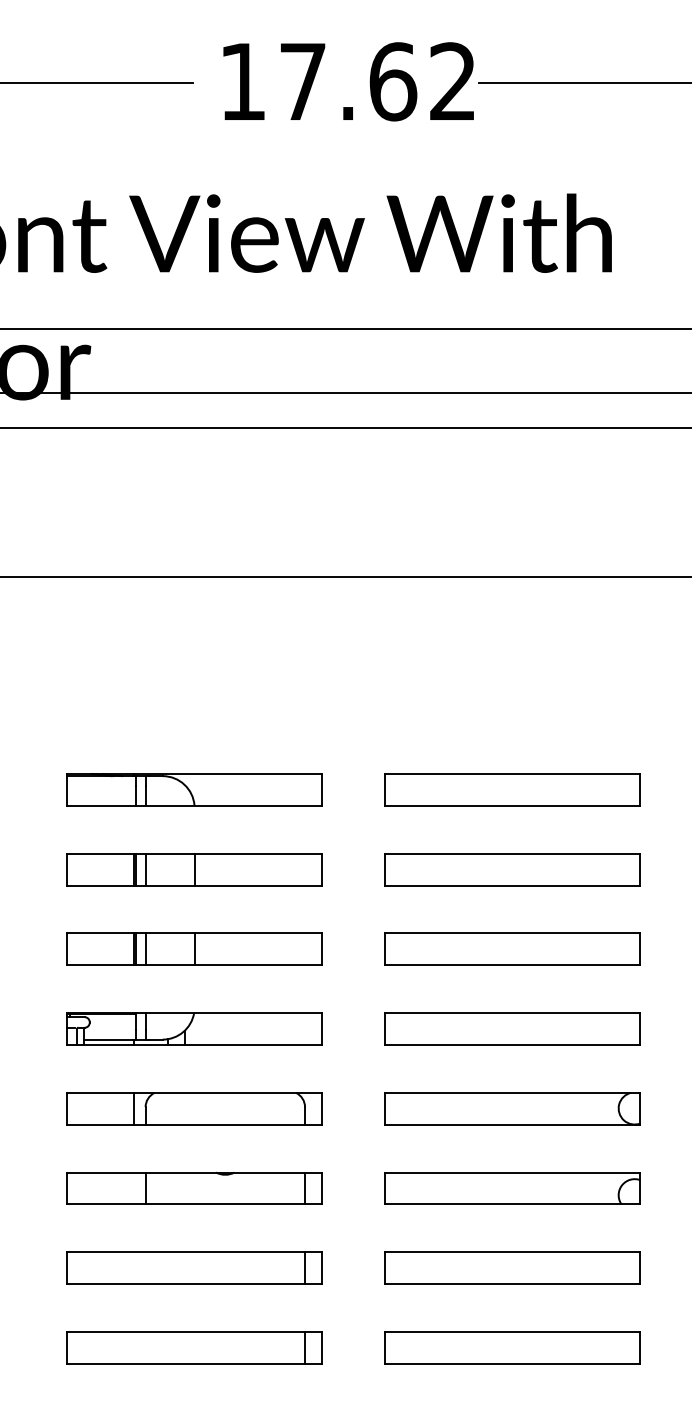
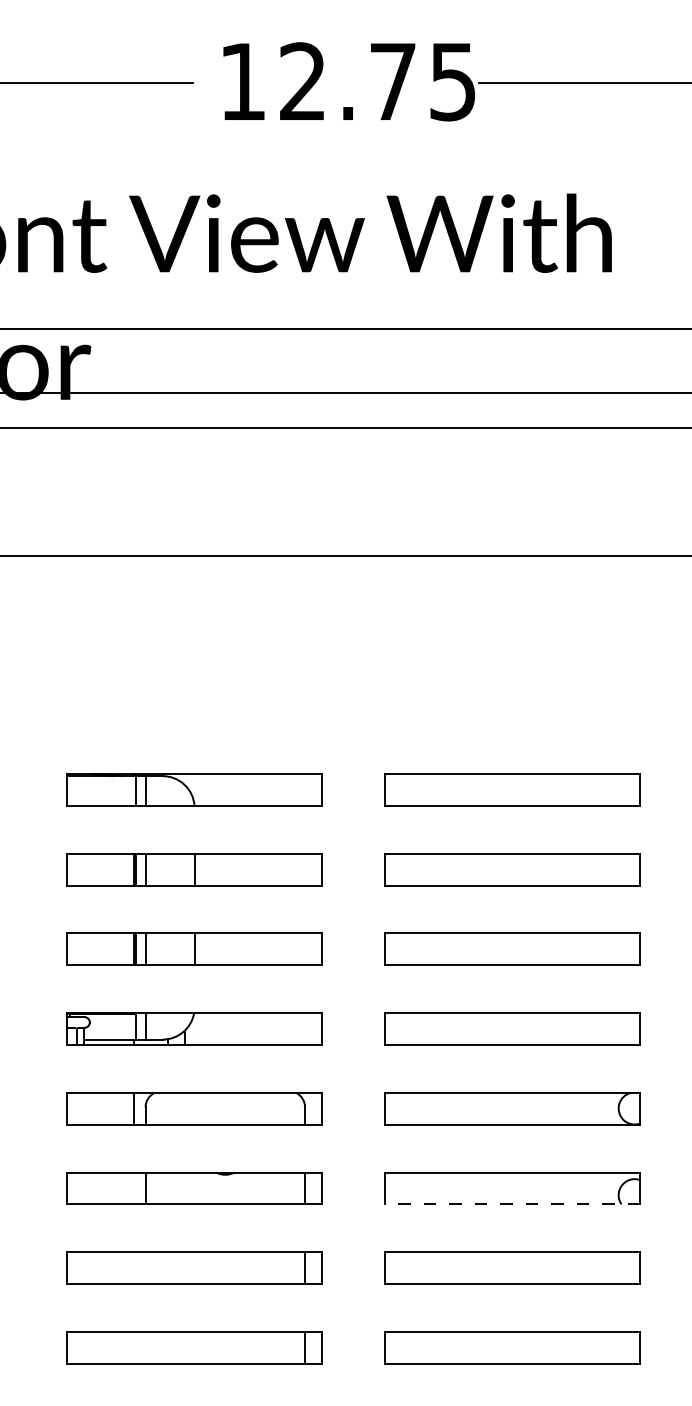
text at (377, 81): 17.62 -> 12.75
line at (345, 576) position: (345, 576) -> (345, 555)
line at (512, 1204): solid -> dashed
